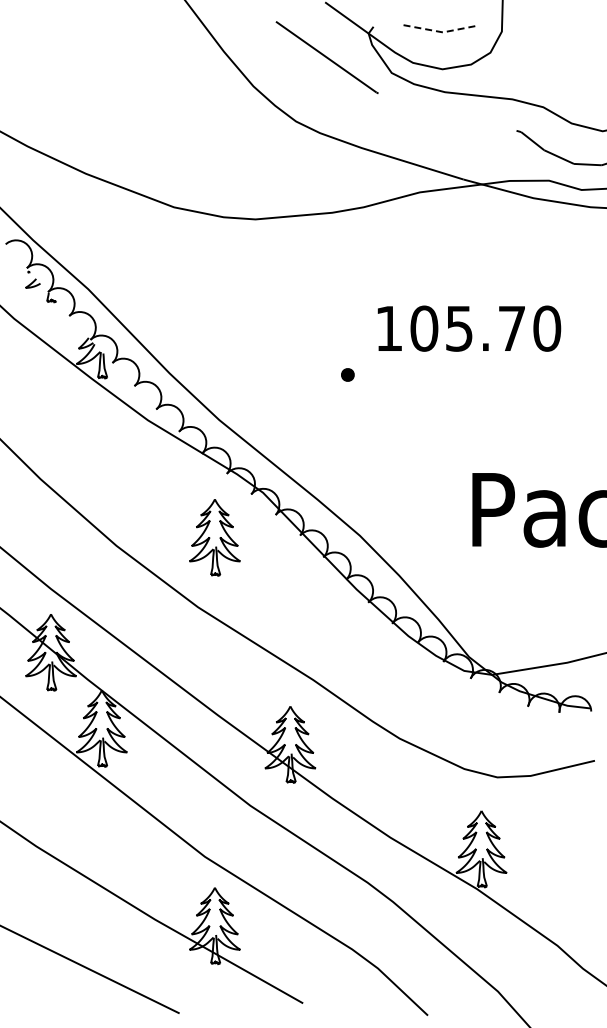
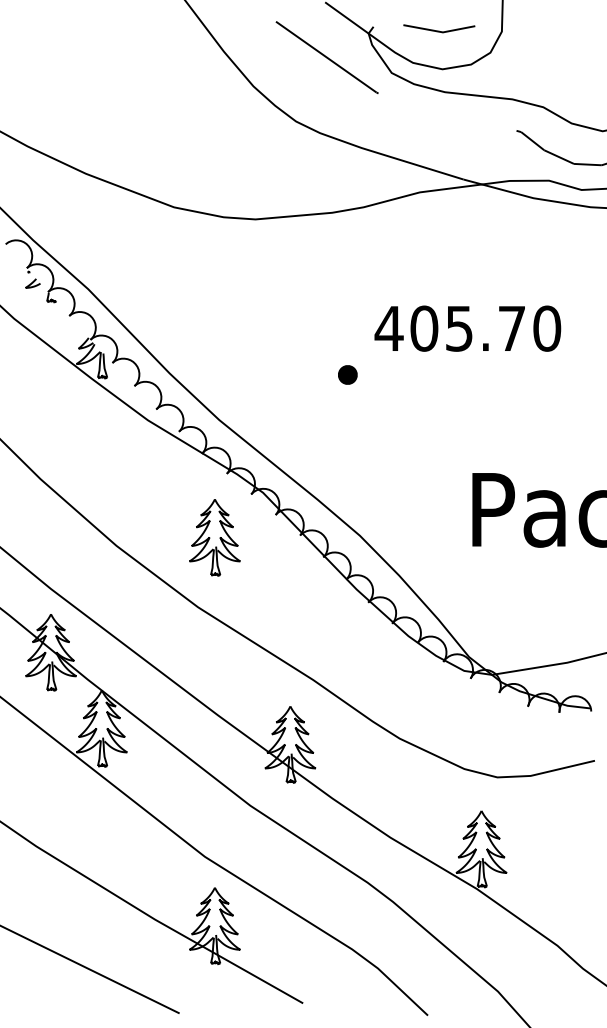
line at (439, 31): dashed -> solid
text at (388, 328): 105.70 -> 405.70
part at (347, 374) size: 14x14 px -> 20x20 px
